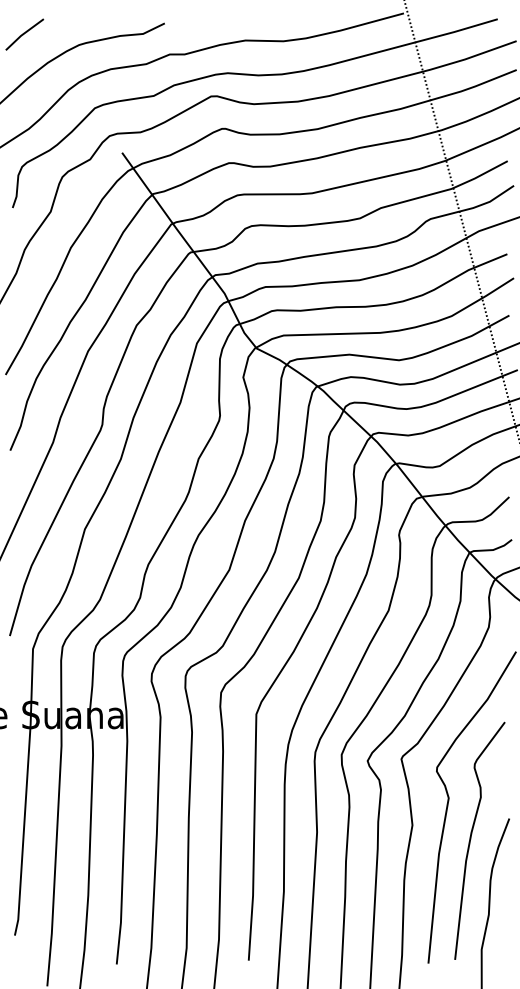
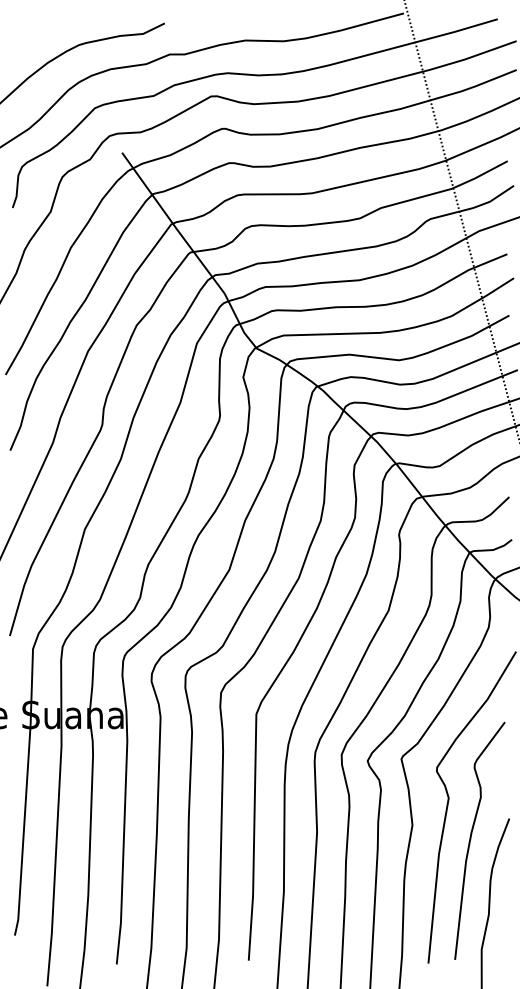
line at (24, 34): present -> none
